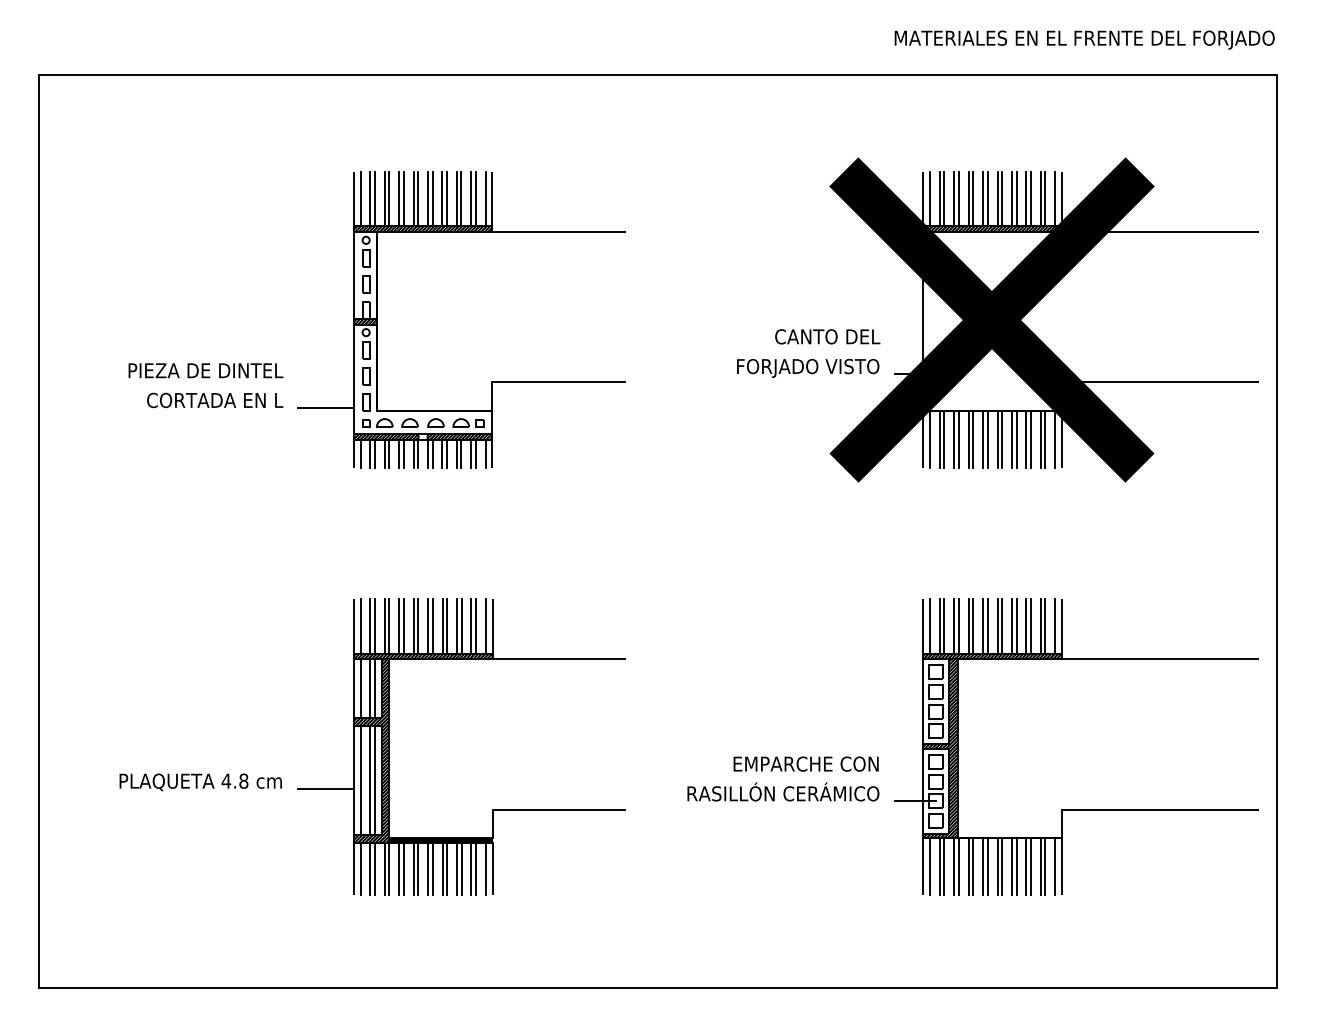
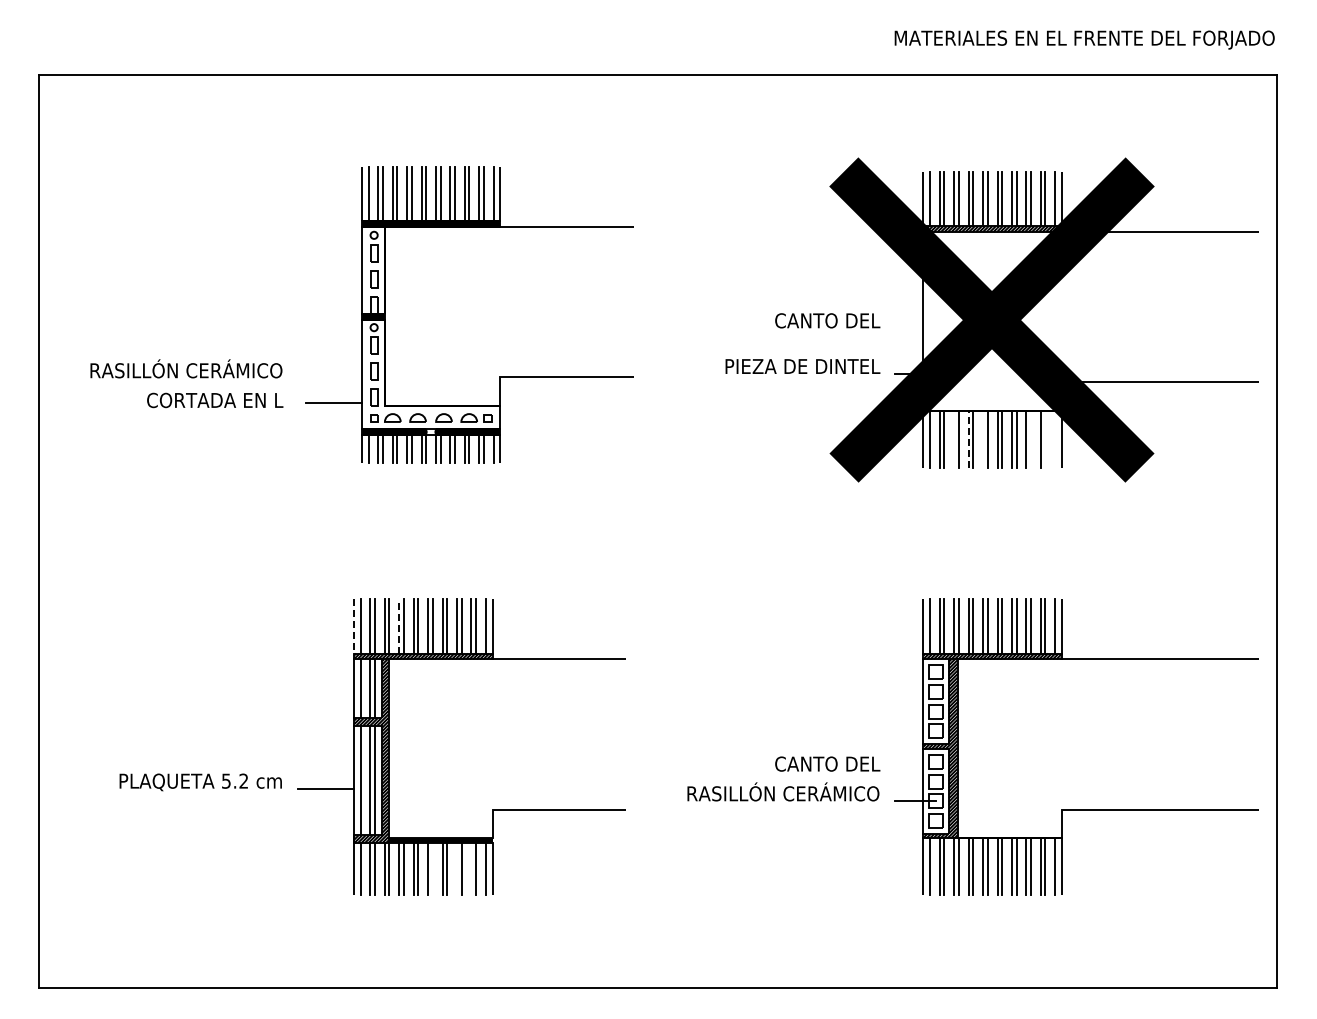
text at (827, 336) position: (827, 336) -> (827, 320)
text at (802, 367): FORJADO VISTO -> PIEZA DE DINTEL
text at (186, 368): PIEZA DE DINTEL -> RASILLÓN CERÁMICO
part at (491, 381) position: (491, 381) -> (499, 376)
line at (954, 439): present -> none
line at (968, 439): solid -> dashed
line at (983, 439): present -> none
line at (1031, 439): present -> none
line at (1045, 439): present -> none
line at (1055, 439): present -> none
line at (399, 625): solid -> dashed
line at (353, 626): solid -> dashed
text at (806, 763): EMPARCHE CON -> CANTO DEL
text at (234, 780): 4.8 -> 5.2
line at (432, 869): present -> none
line at (457, 869): present -> none
line at (471, 869): present -> none
